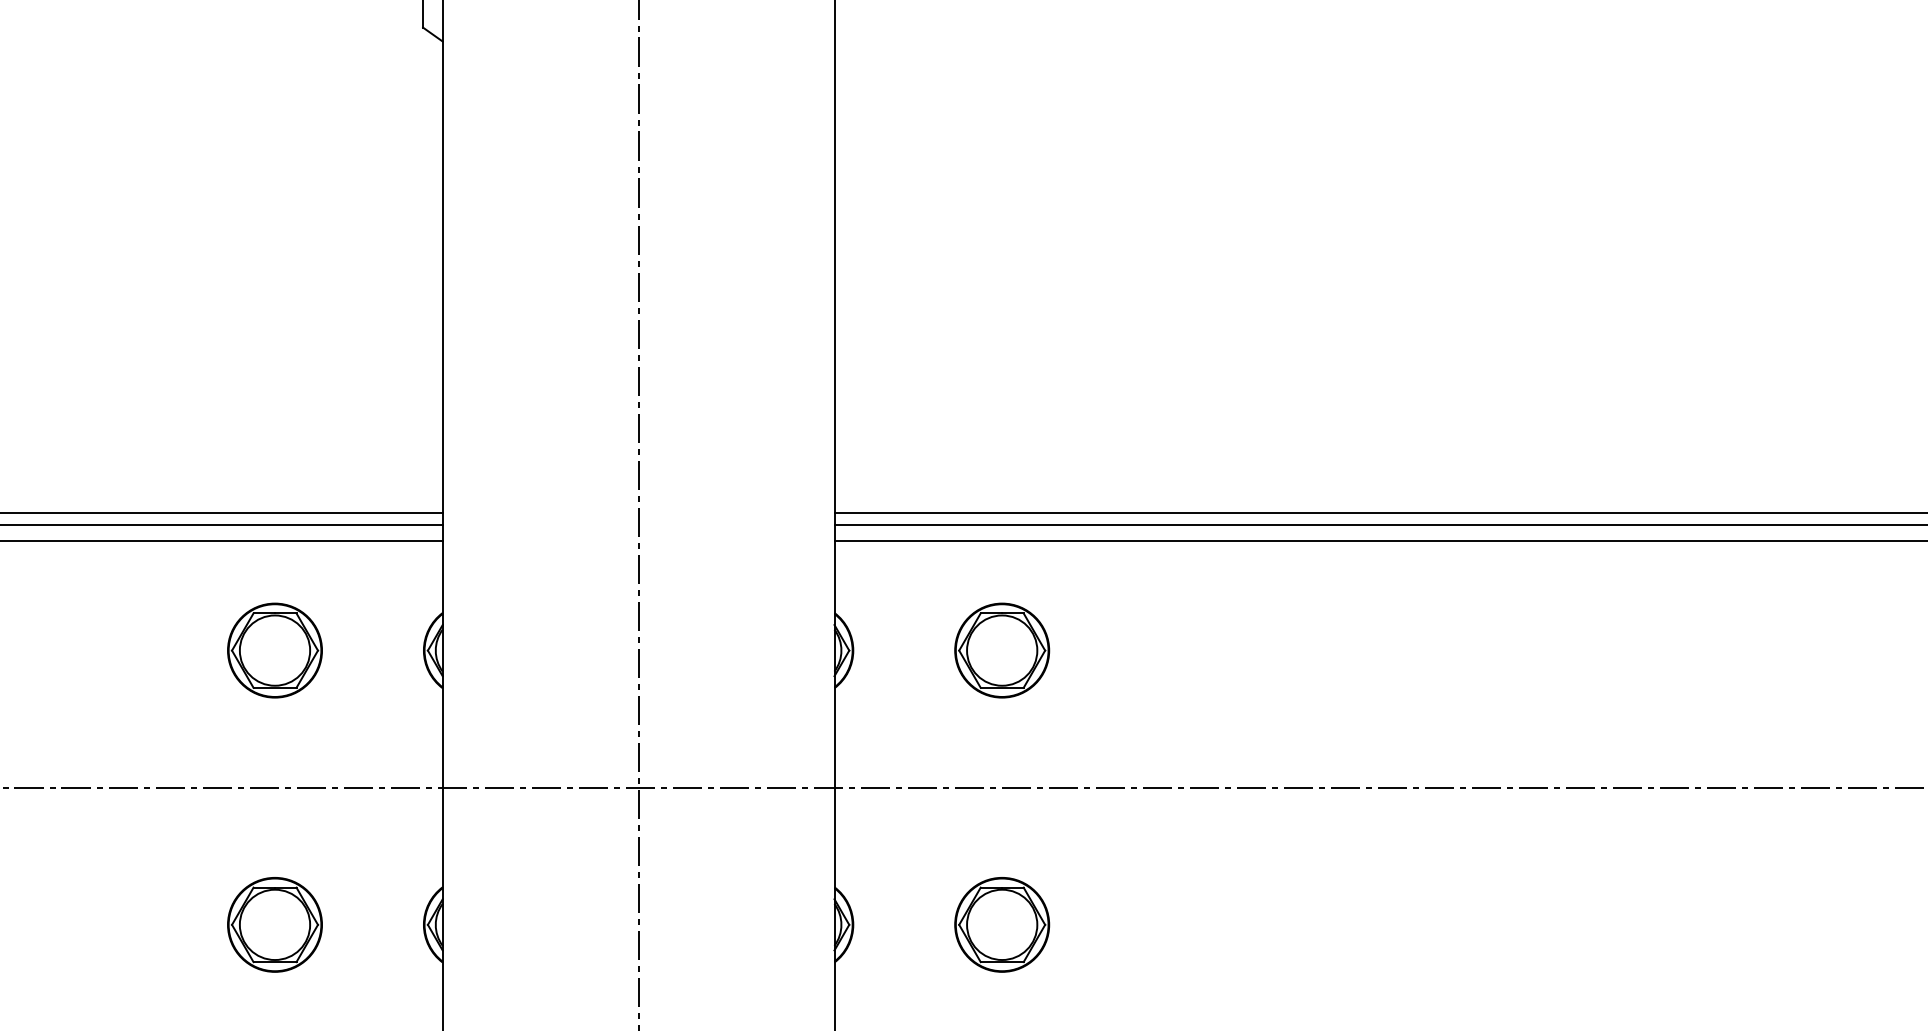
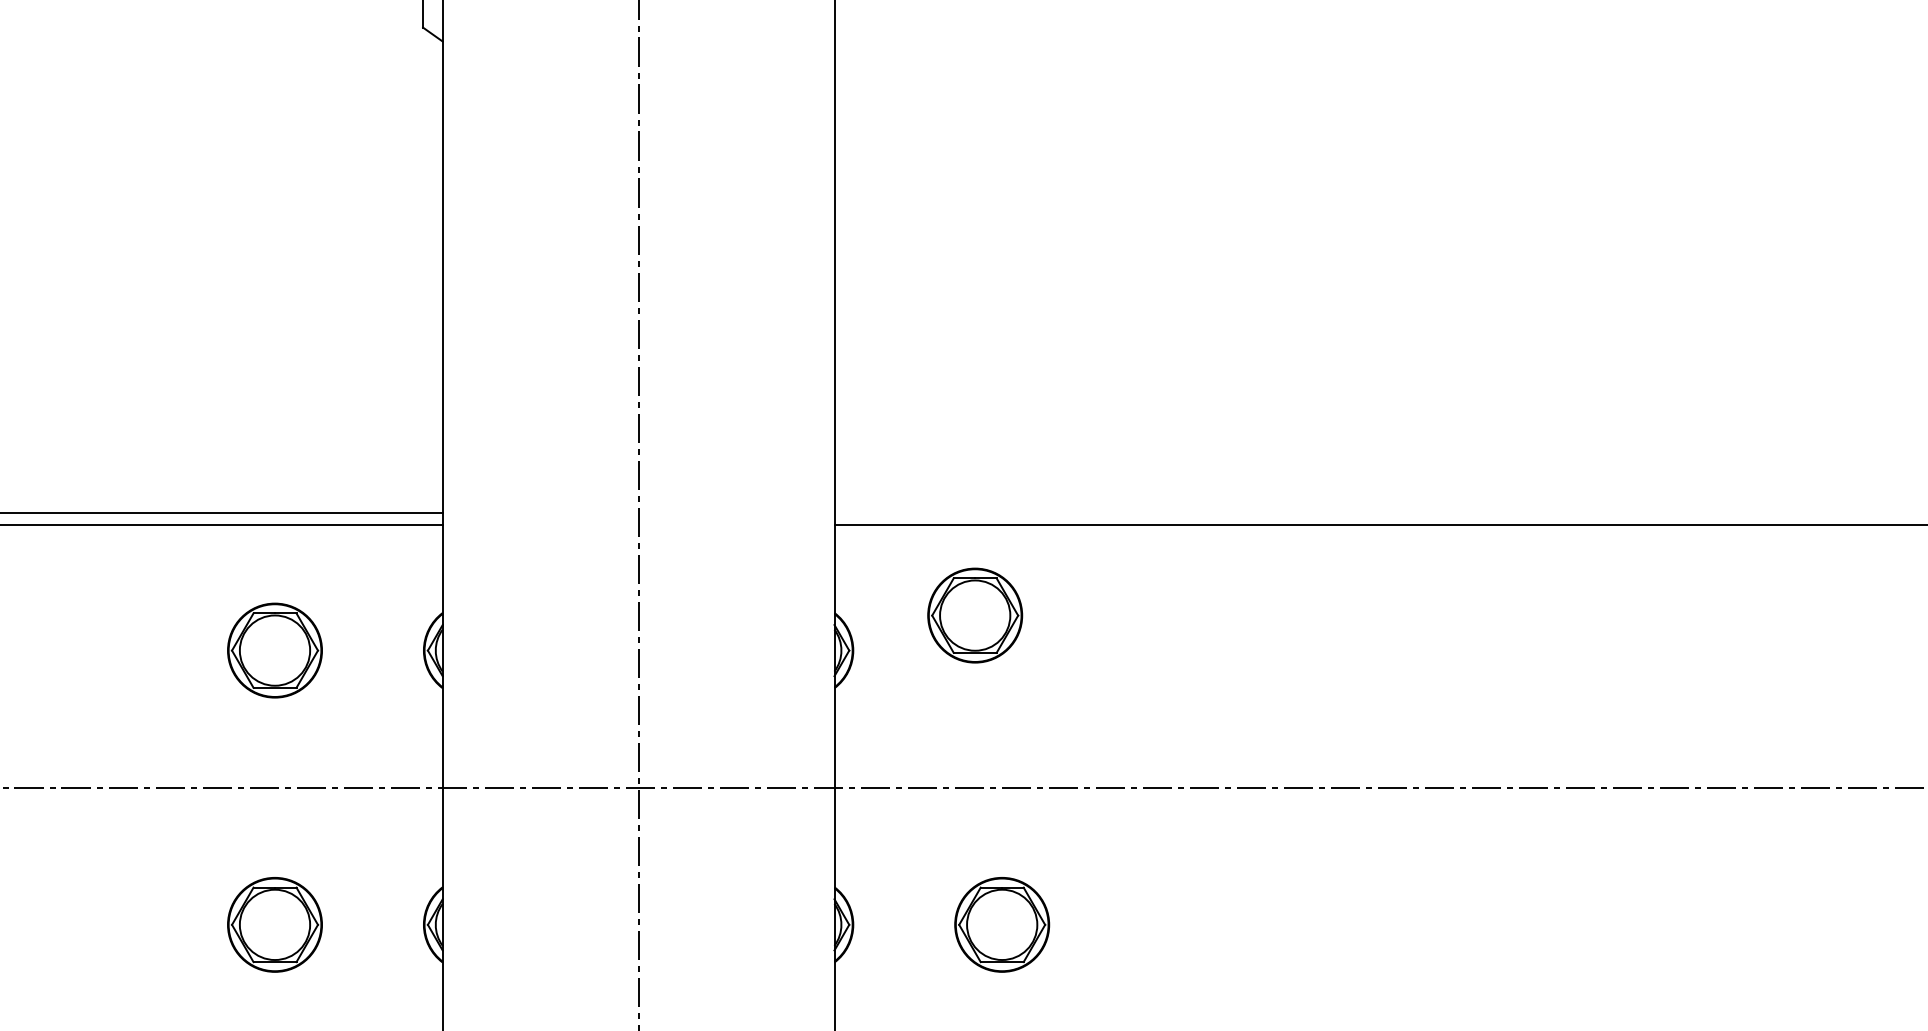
line at (1379, 513): present -> none
line at (222, 540): present -> none
line at (1379, 540): present -> none
part at (1002, 650) position: (1002, 650) -> (975, 615)
